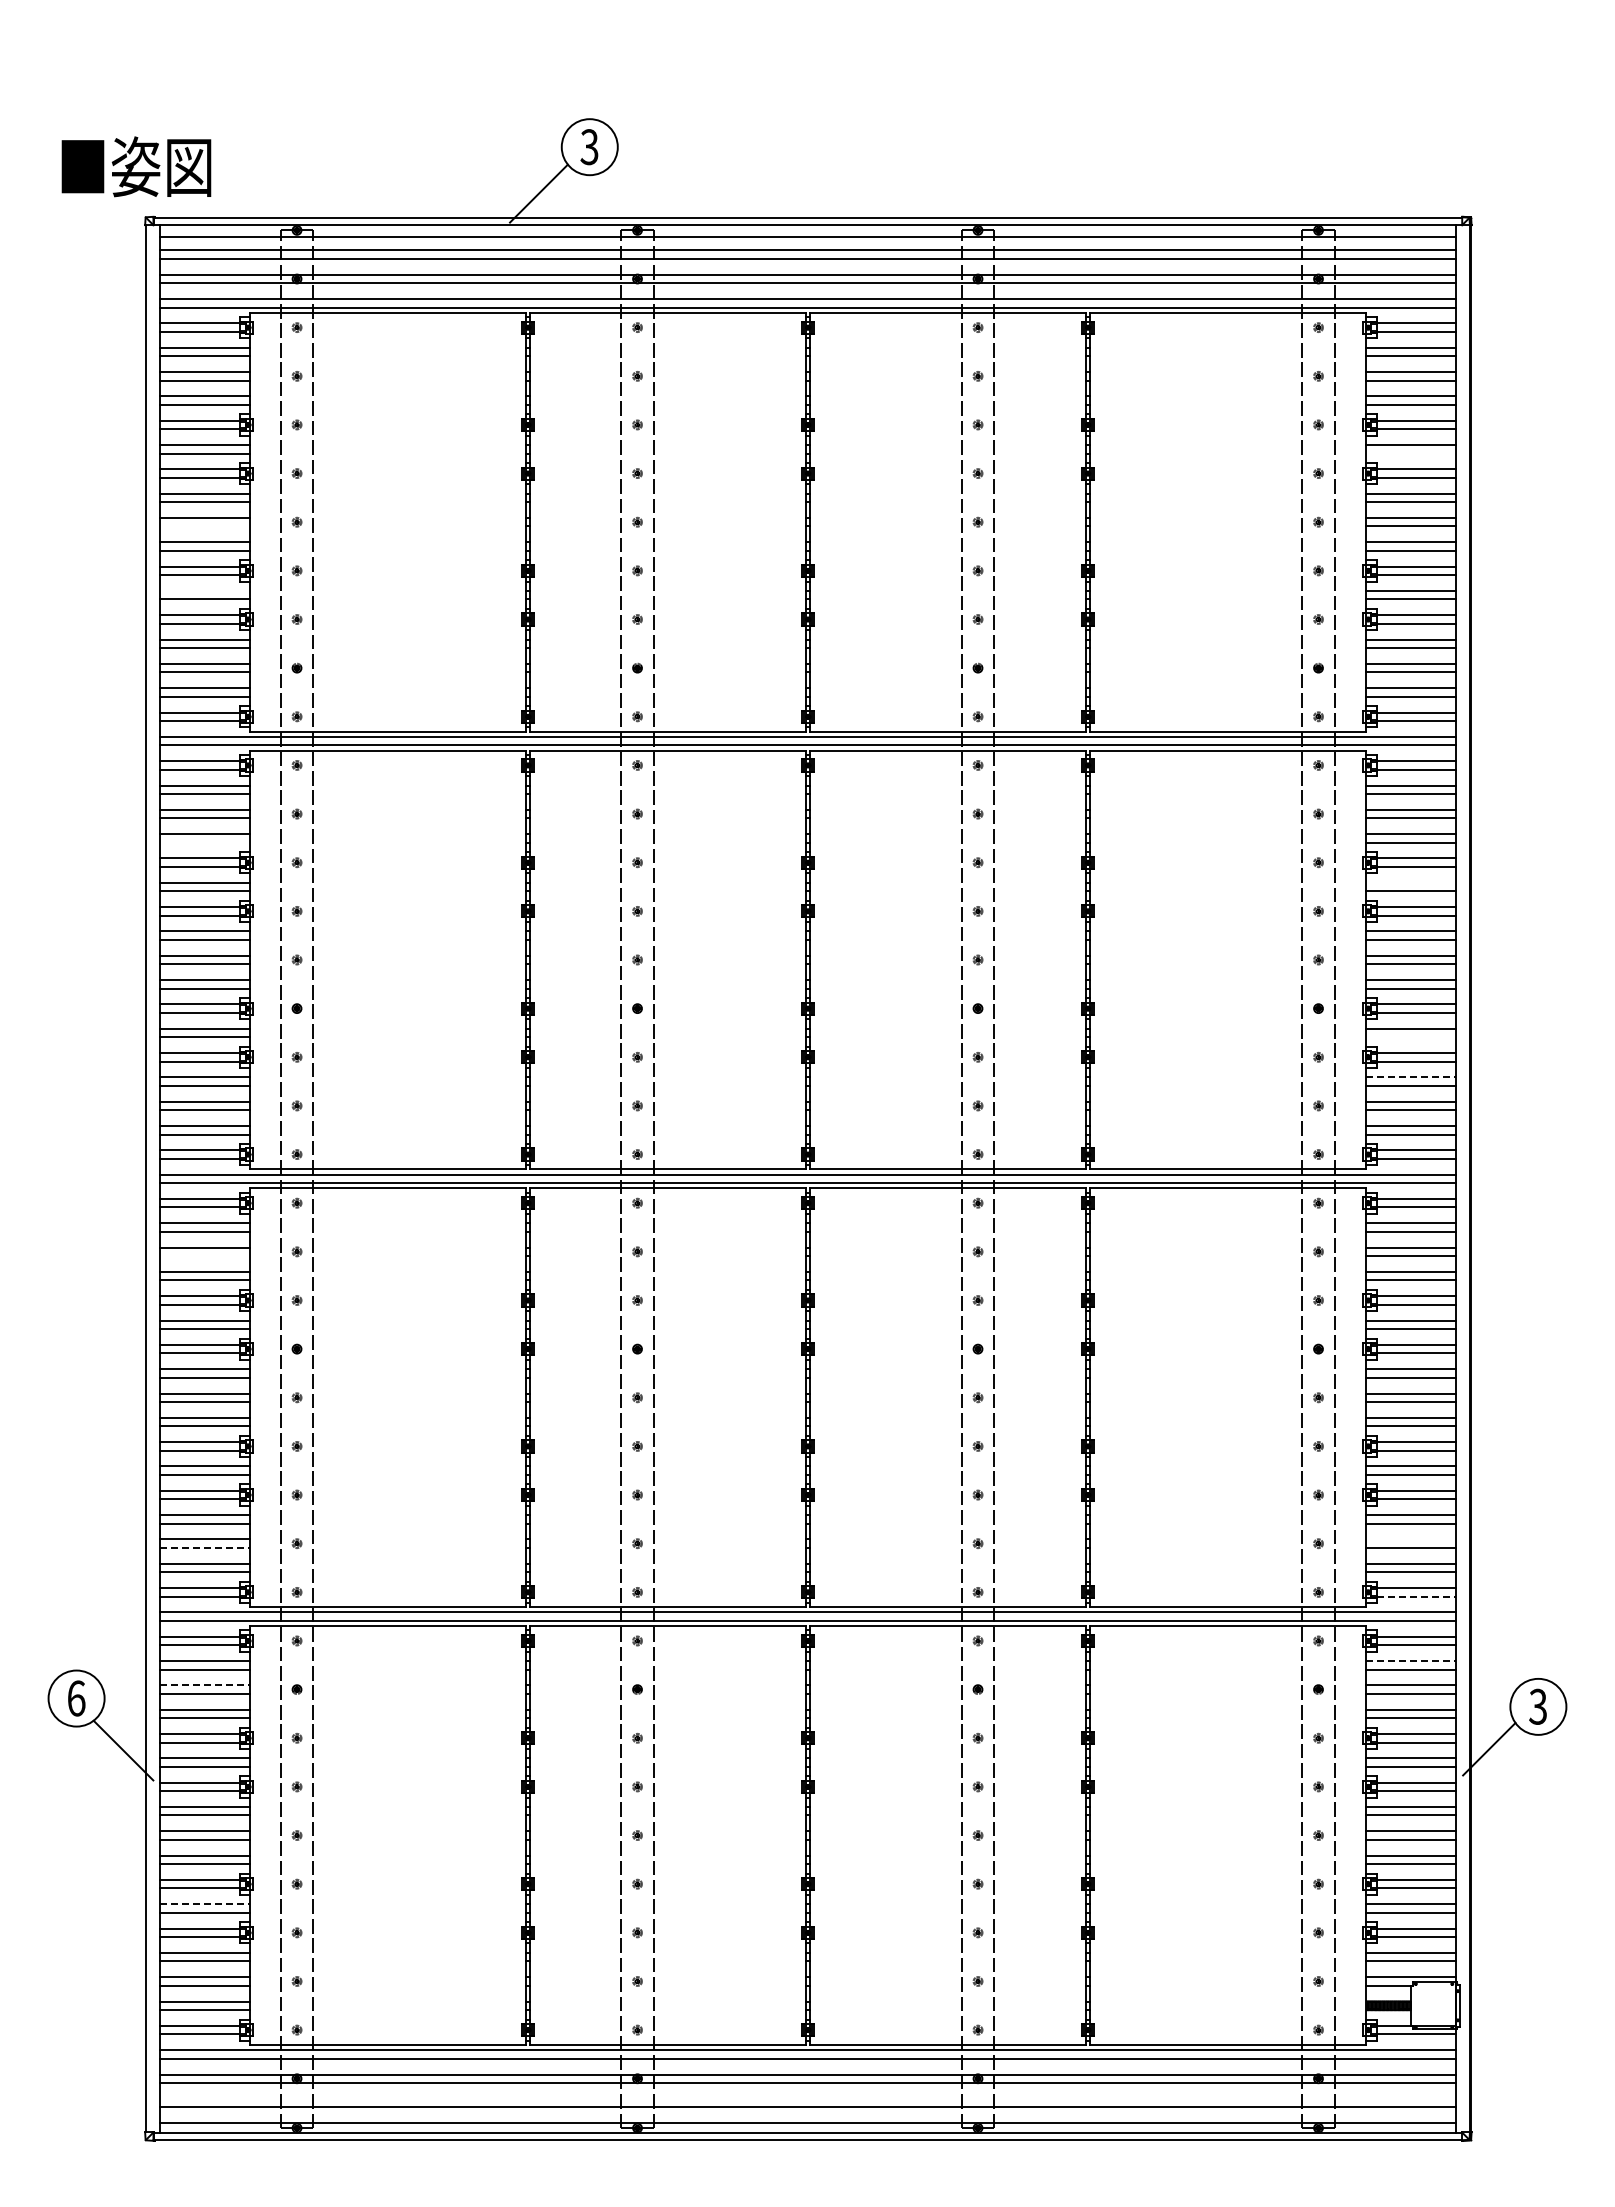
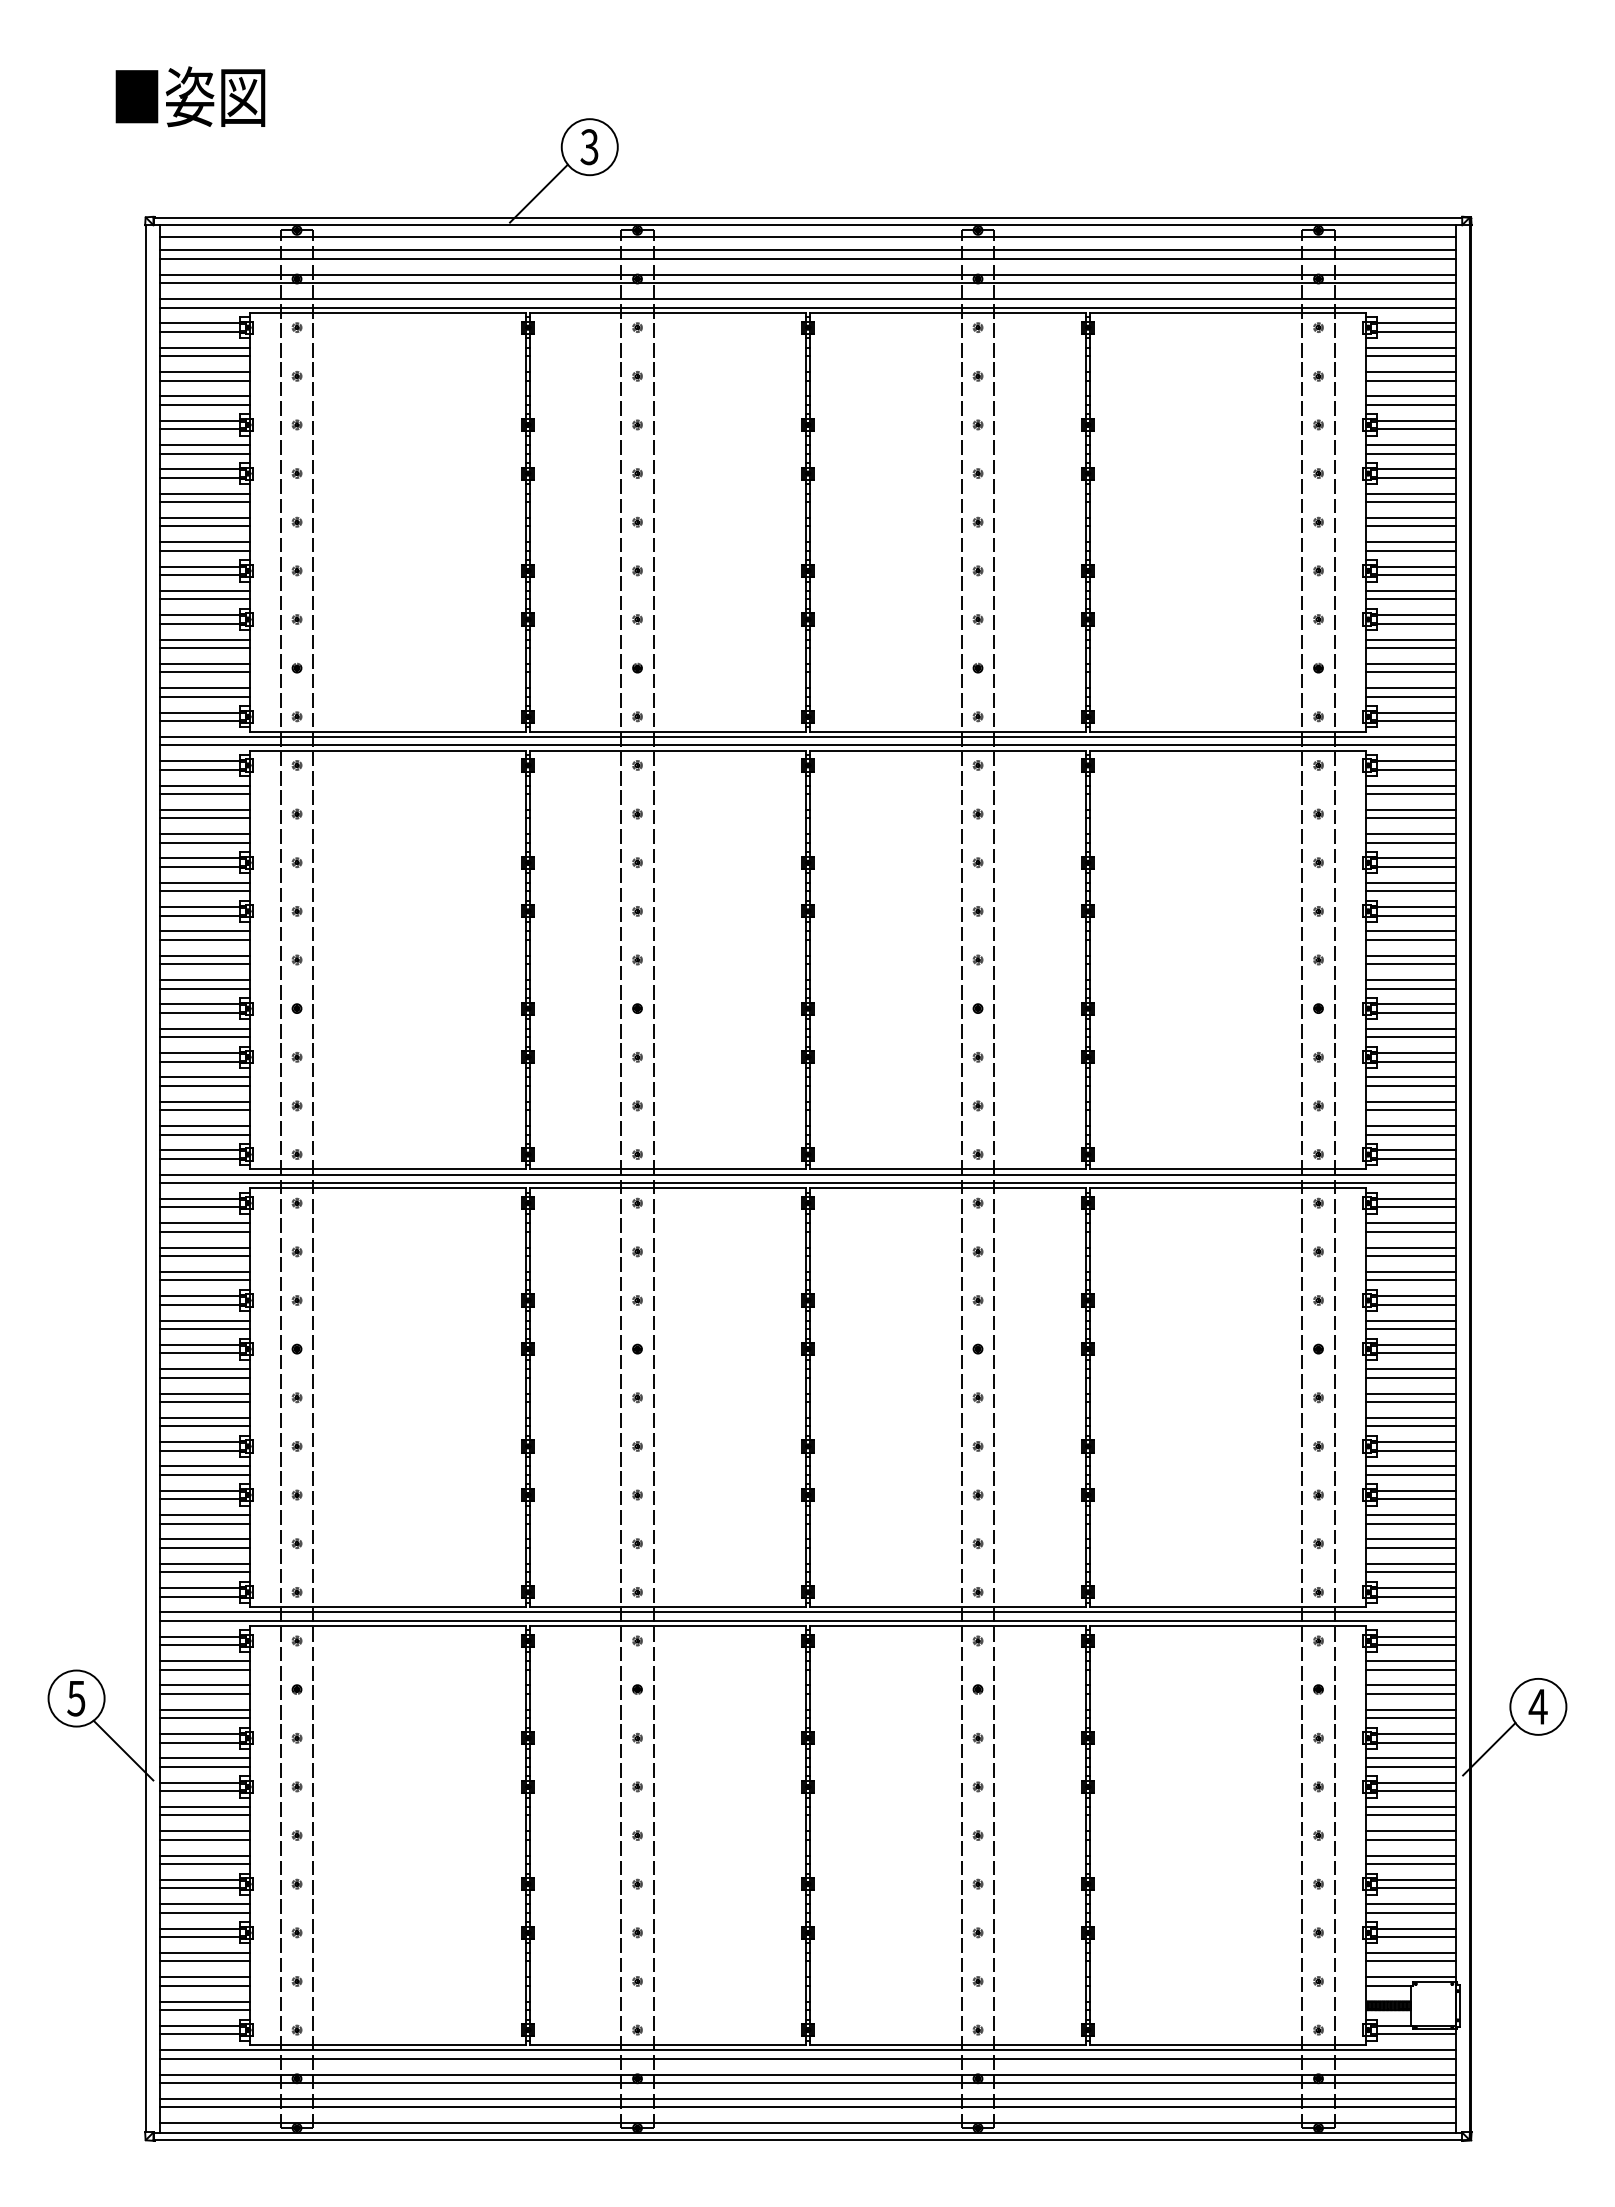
text at (136, 166) position: (136, 166) -> (190, 96)
line at (1410, 453): none -> present
line at (204, 526): none -> present
line at (204, 590): none -> present
line at (204, 842): none -> present
line at (1410, 882): none -> present
line at (1410, 1037): none -> present
line at (1410, 1077): dashed -> solid
line at (204, 1256): none -> present
line at (1410, 1539): none -> present
line at (205, 1547): dashed -> solid
line at (1416, 1596): dashed -> solid
line at (1410, 1661): dashed -> solid
line at (205, 1685): dashed -> solid
text at (76, 1698): 6 -> 5
text at (1537, 1706): 3 -> 4
line at (205, 1904): dashed -> solid
line at (807, 2098): none -> present
